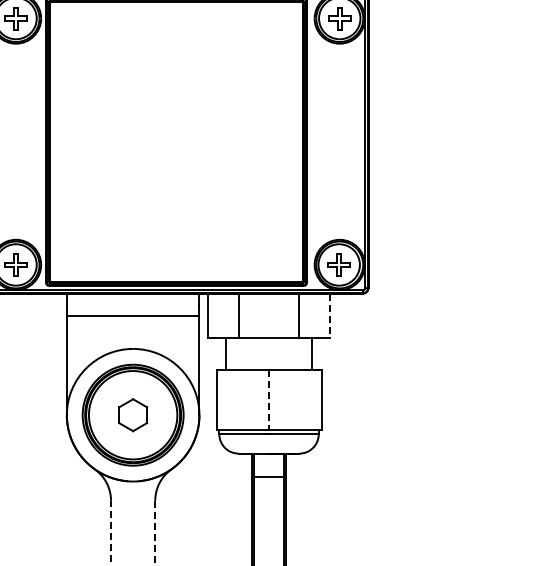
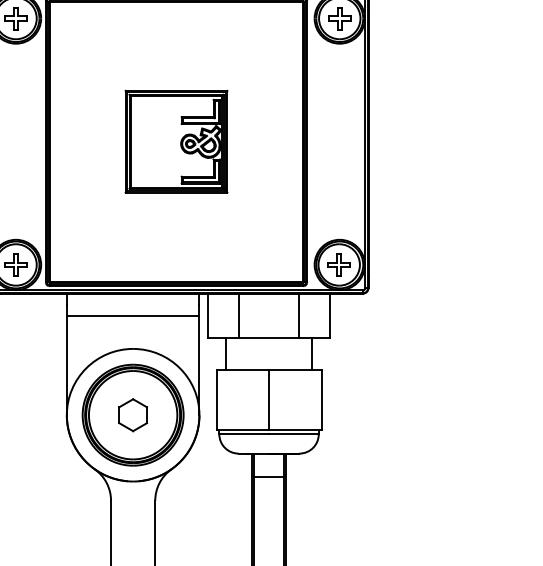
part at (176, 141): none -> present
line at (329, 316): dashed -> solid
line at (269, 400): dashed -> solid
line at (111, 532): dashed -> solid
line at (155, 533): dashed -> solid
